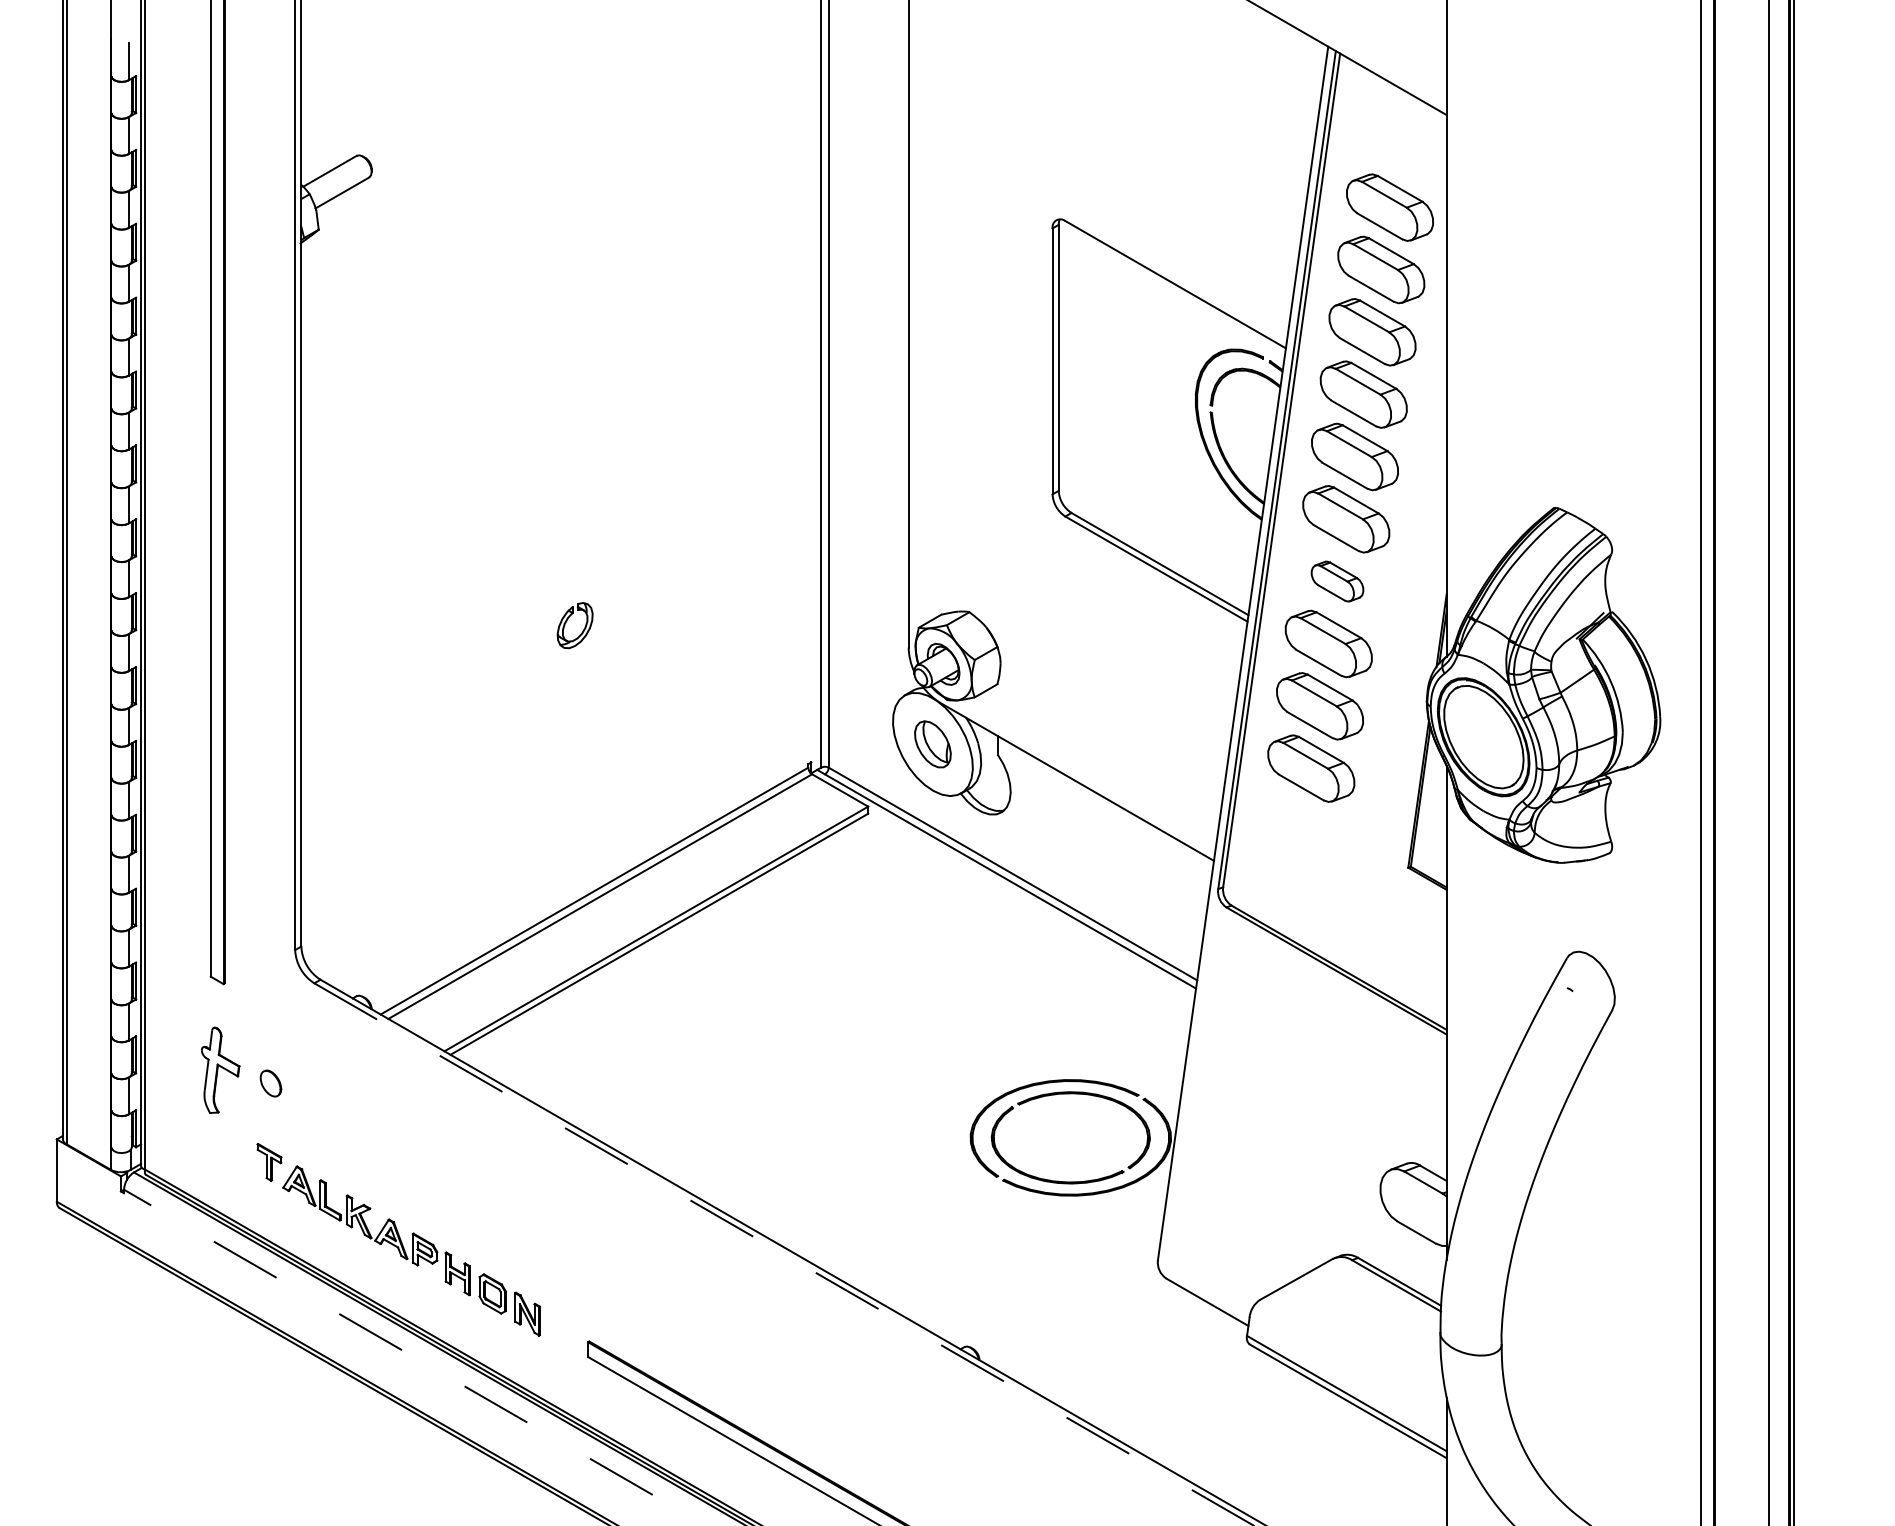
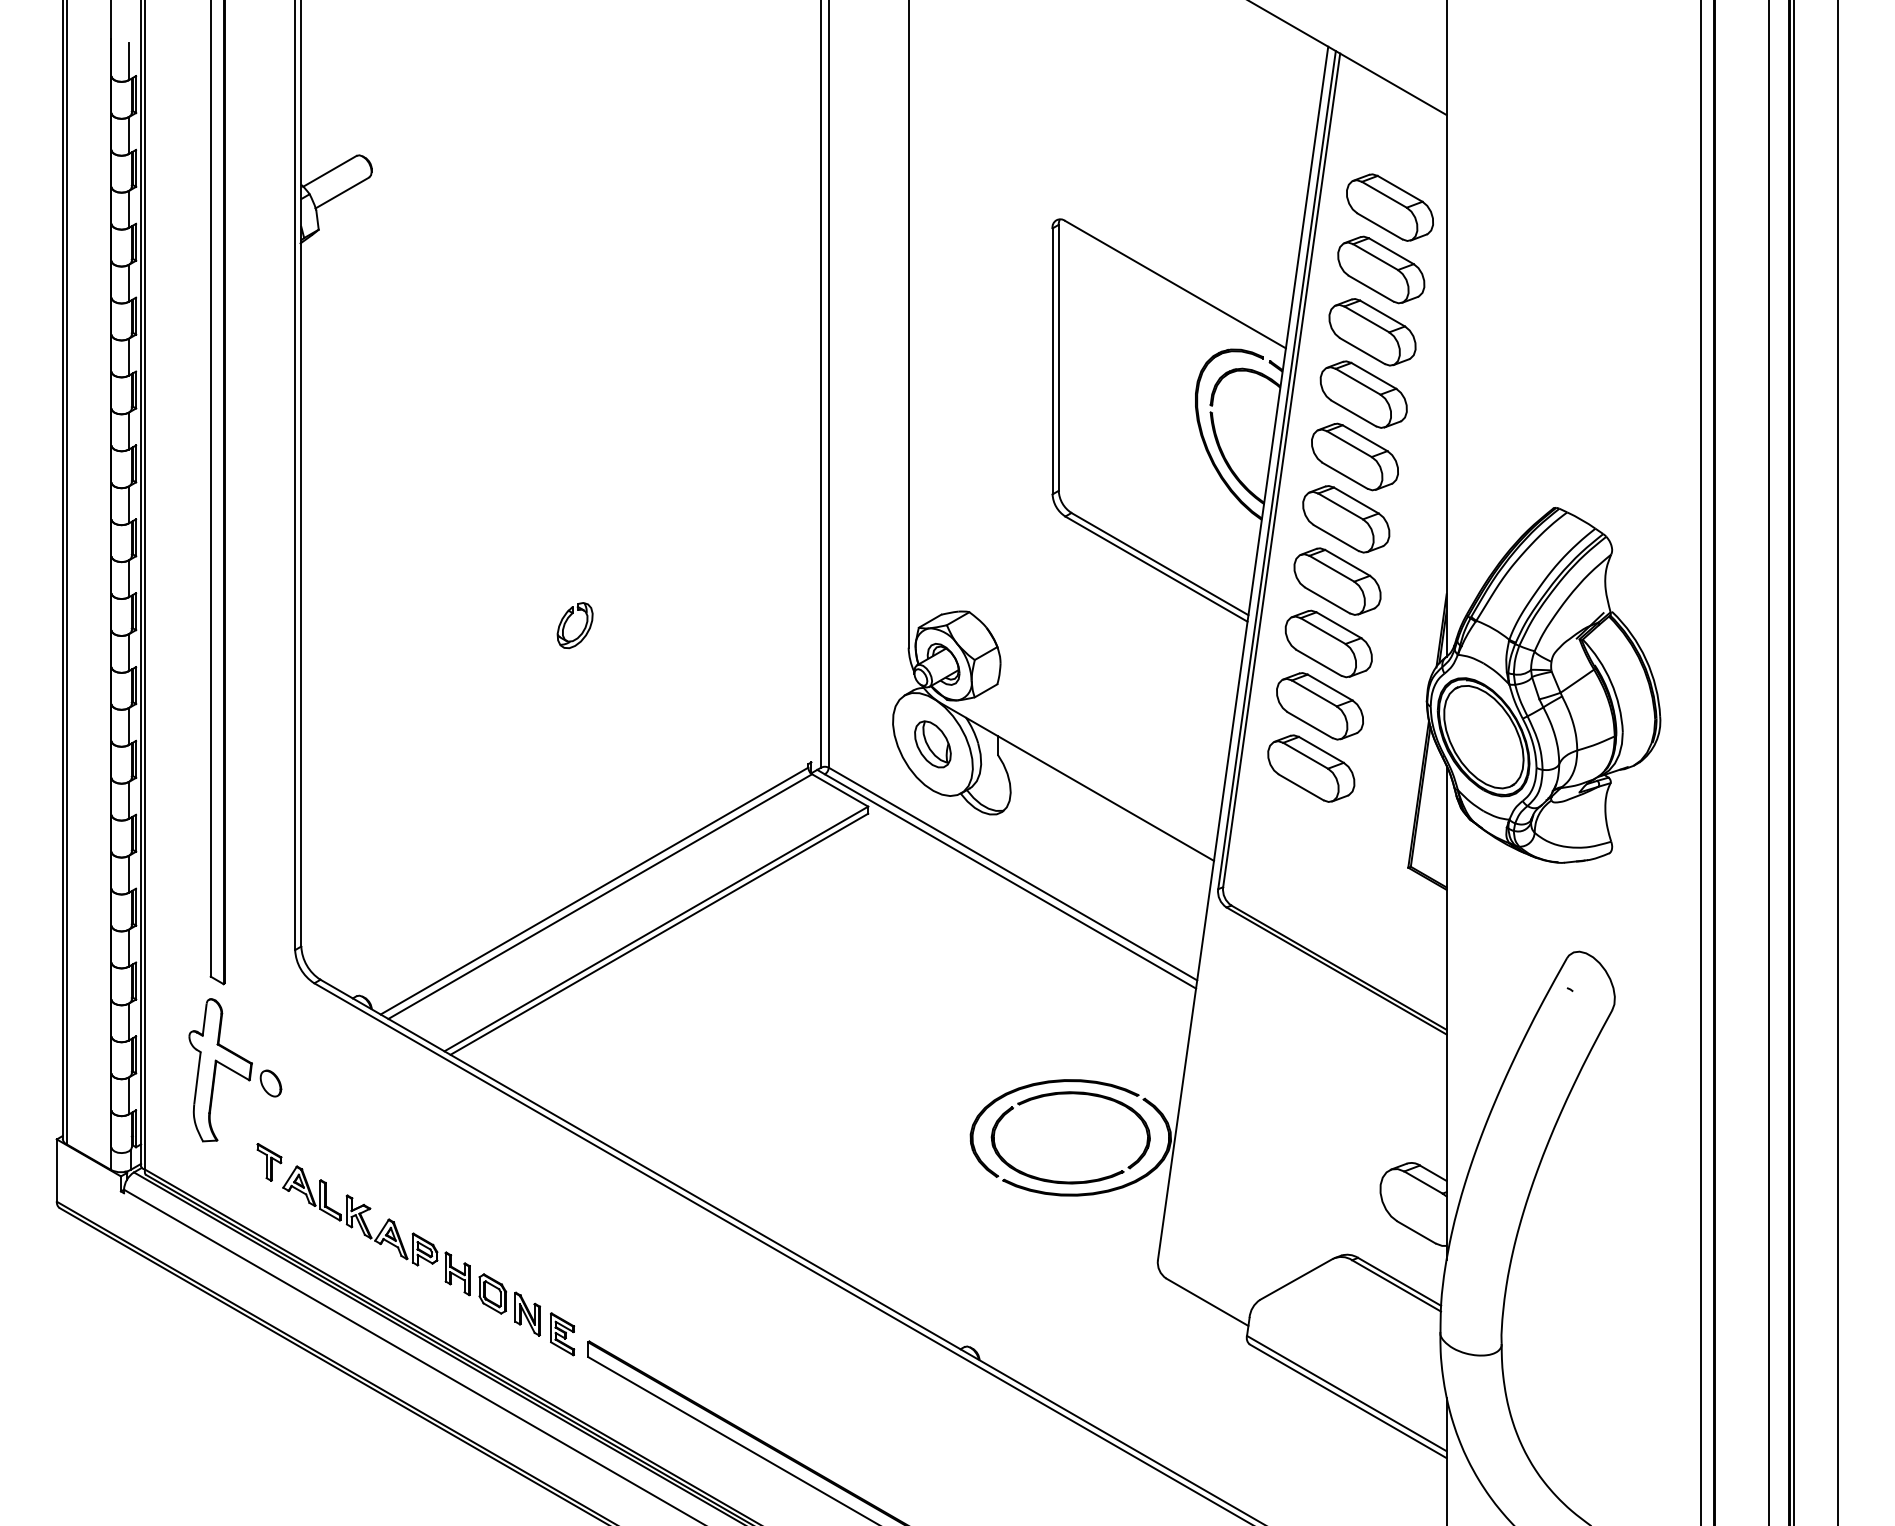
part at (1337, 581) size: 55x43 px -> 89x69 px
line at (1838, 762): none -> present
part at (220, 1069) size: 40x88 px -> 65x145 px
line at (784, 1254): dashed -> solid
part at (562, 1334): none -> present
line at (414, 1357): dashed -> solid
